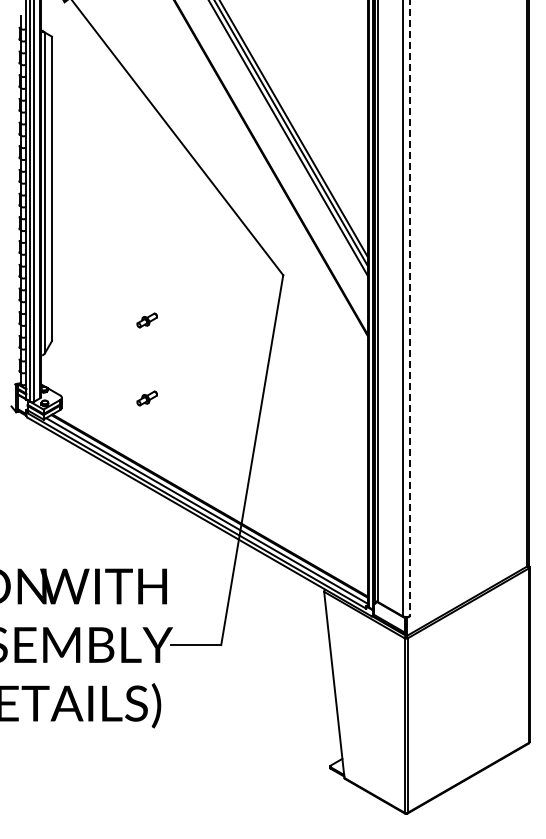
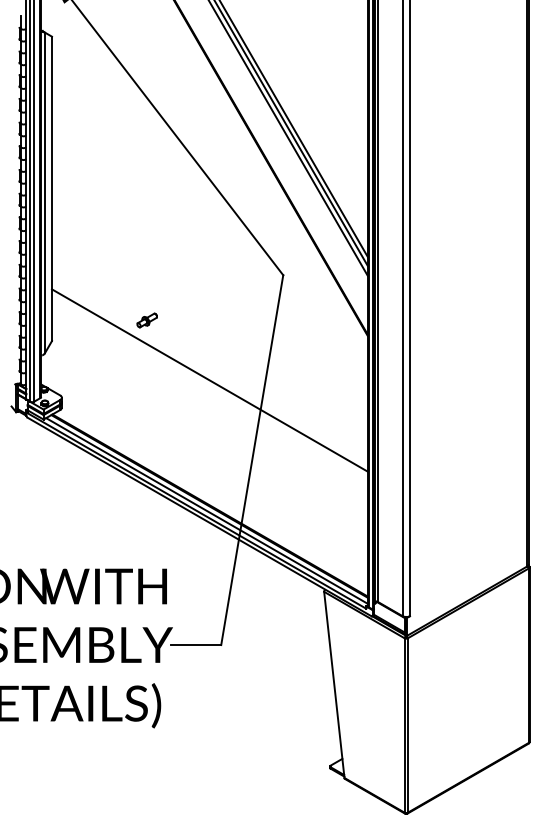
line at (409, 308): dashed -> solid
line at (209, 380): none -> present
part at (146, 398): present -> none
